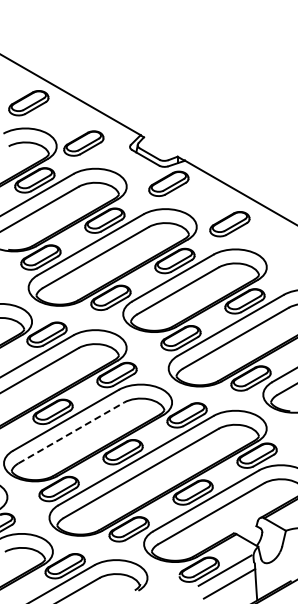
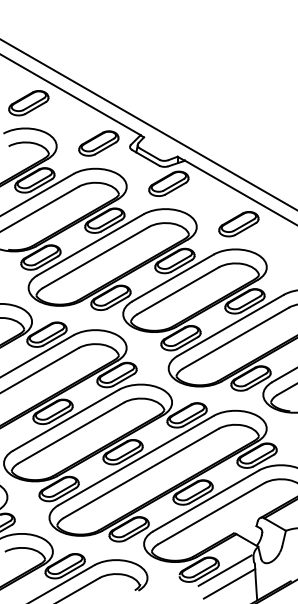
line at (148, 124): none -> present
part at (83, 143) position: (83, 143) -> (98, 143)
part at (229, 224) position: (229, 224) -> (238, 224)
line at (71, 432): dashed -> solid
